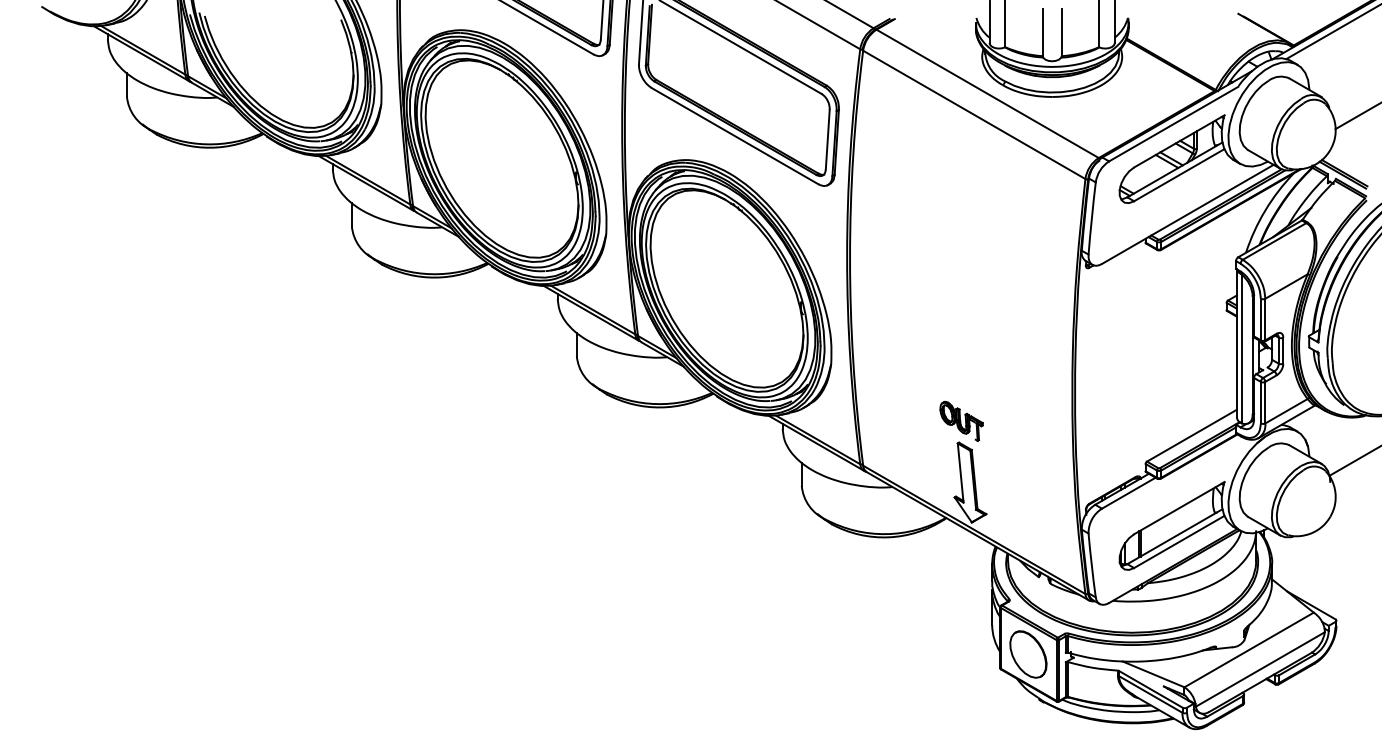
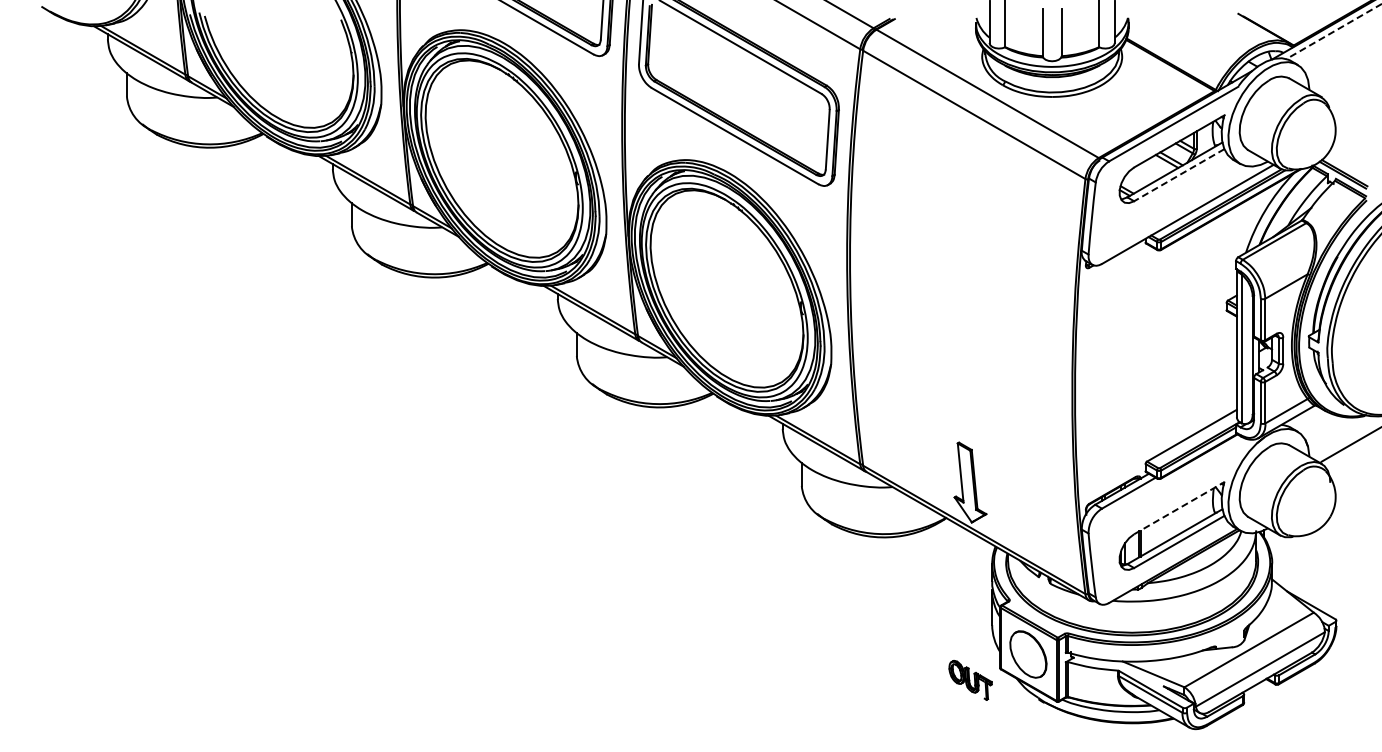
line at (1333, 31): solid -> dashed
line at (1356, 116): present -> none
line at (1178, 175): solid -> dashed
part at (961, 421) position: (961, 421) -> (970, 680)
line at (1353, 461) position: (1353, 461) -> (1349, 445)
line at (1179, 507): solid -> dashed
